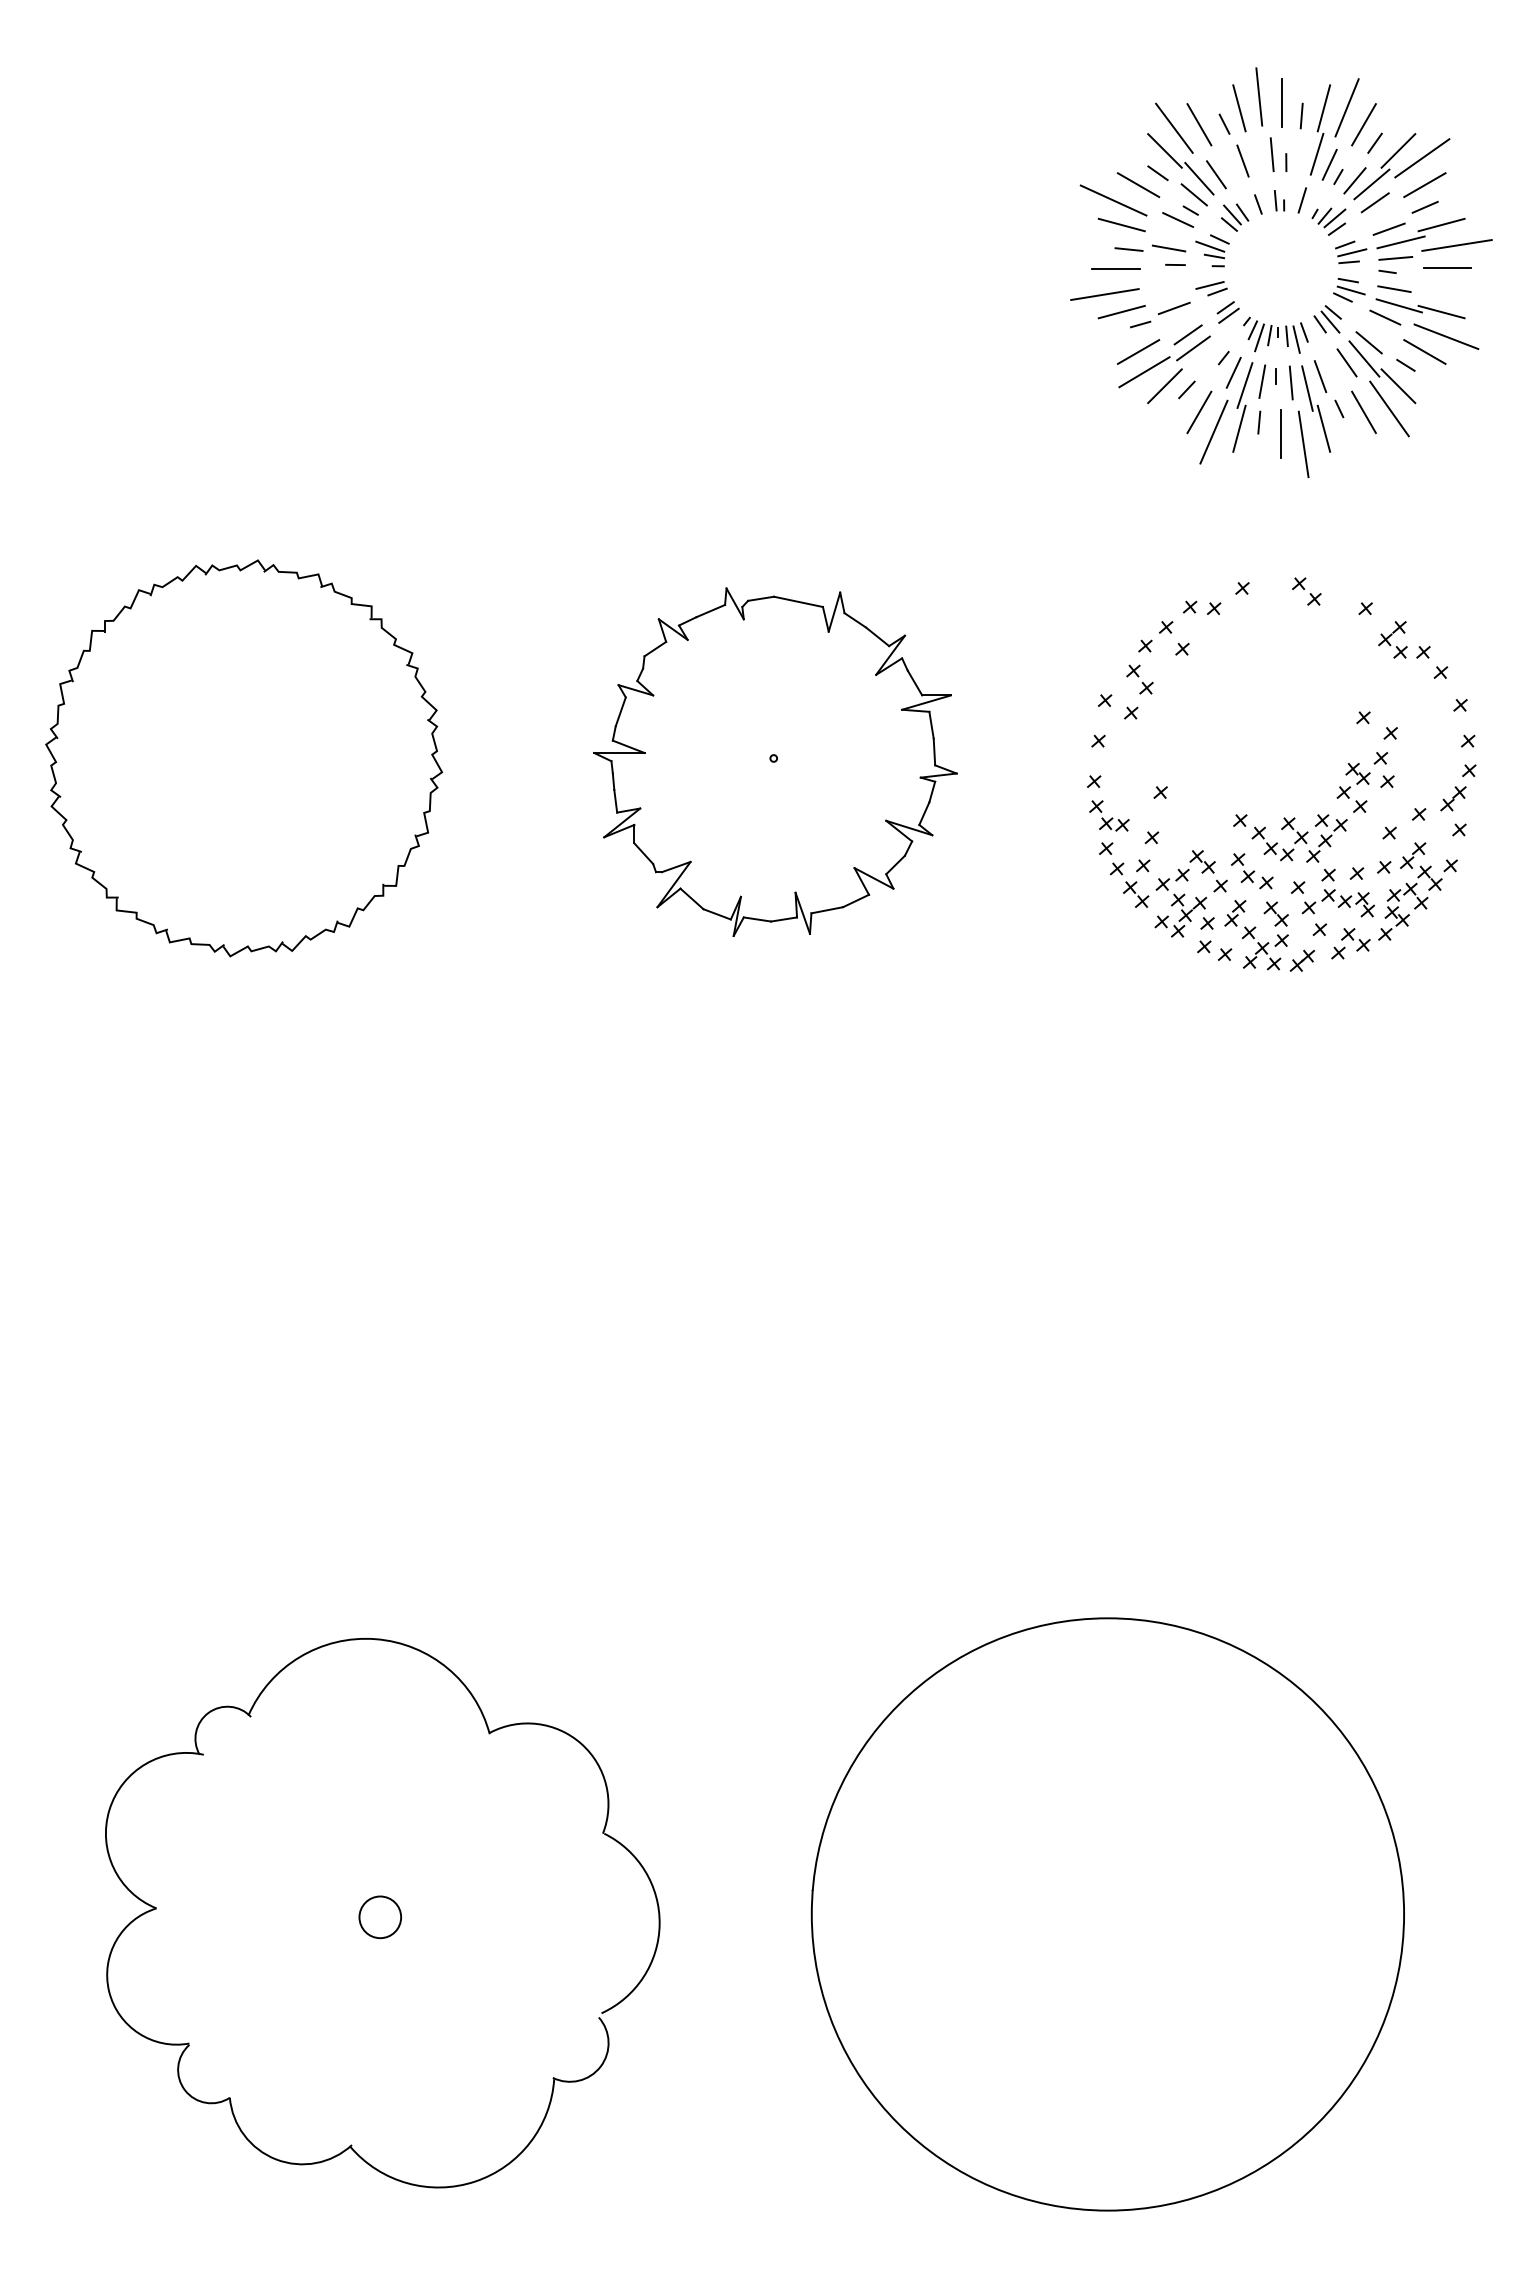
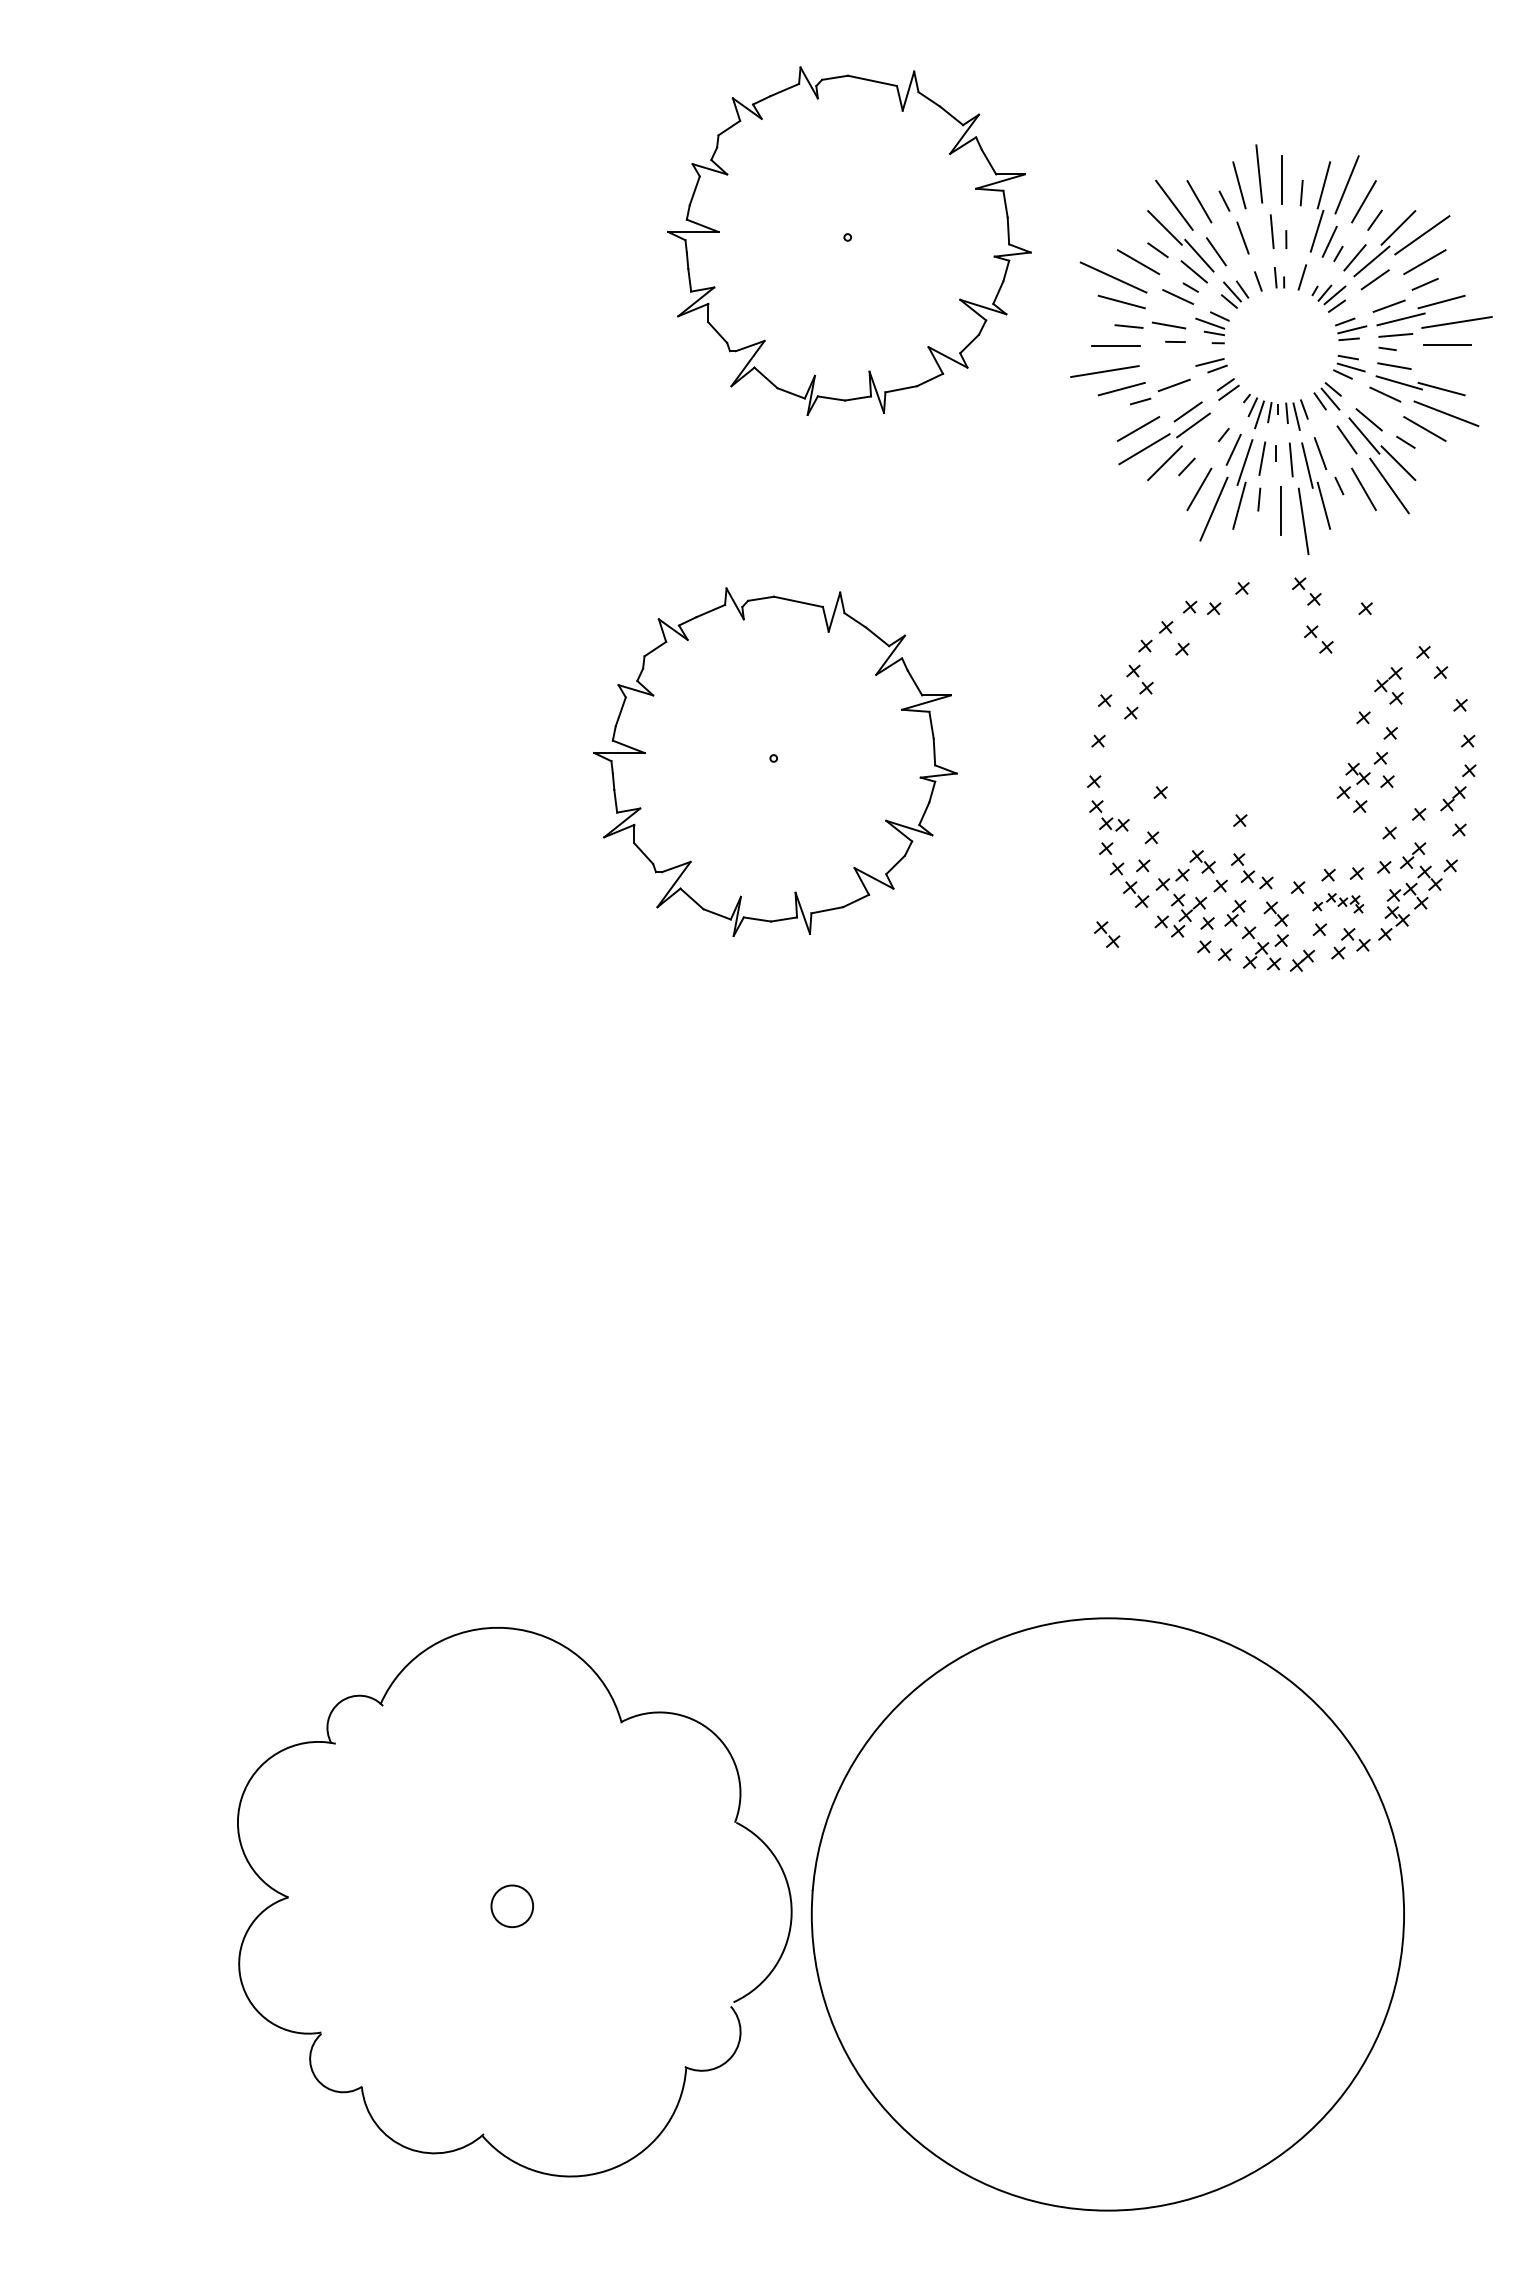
part at (849, 240): none -> present
part at (1285, 325) position: (1285, 325) -> (1285, 402)
part at (1318, 639): none -> present
part at (1392, 639) position: (1392, 639) -> (1388, 685)
part at (244, 758): present -> none
part at (1299, 838): present -> none
part at (1337, 903) size: 74x29 px -> 53x21 px
part at (1107, 934): none -> present
part at (382, 1913) position: (382, 1913) -> (514, 1902)
